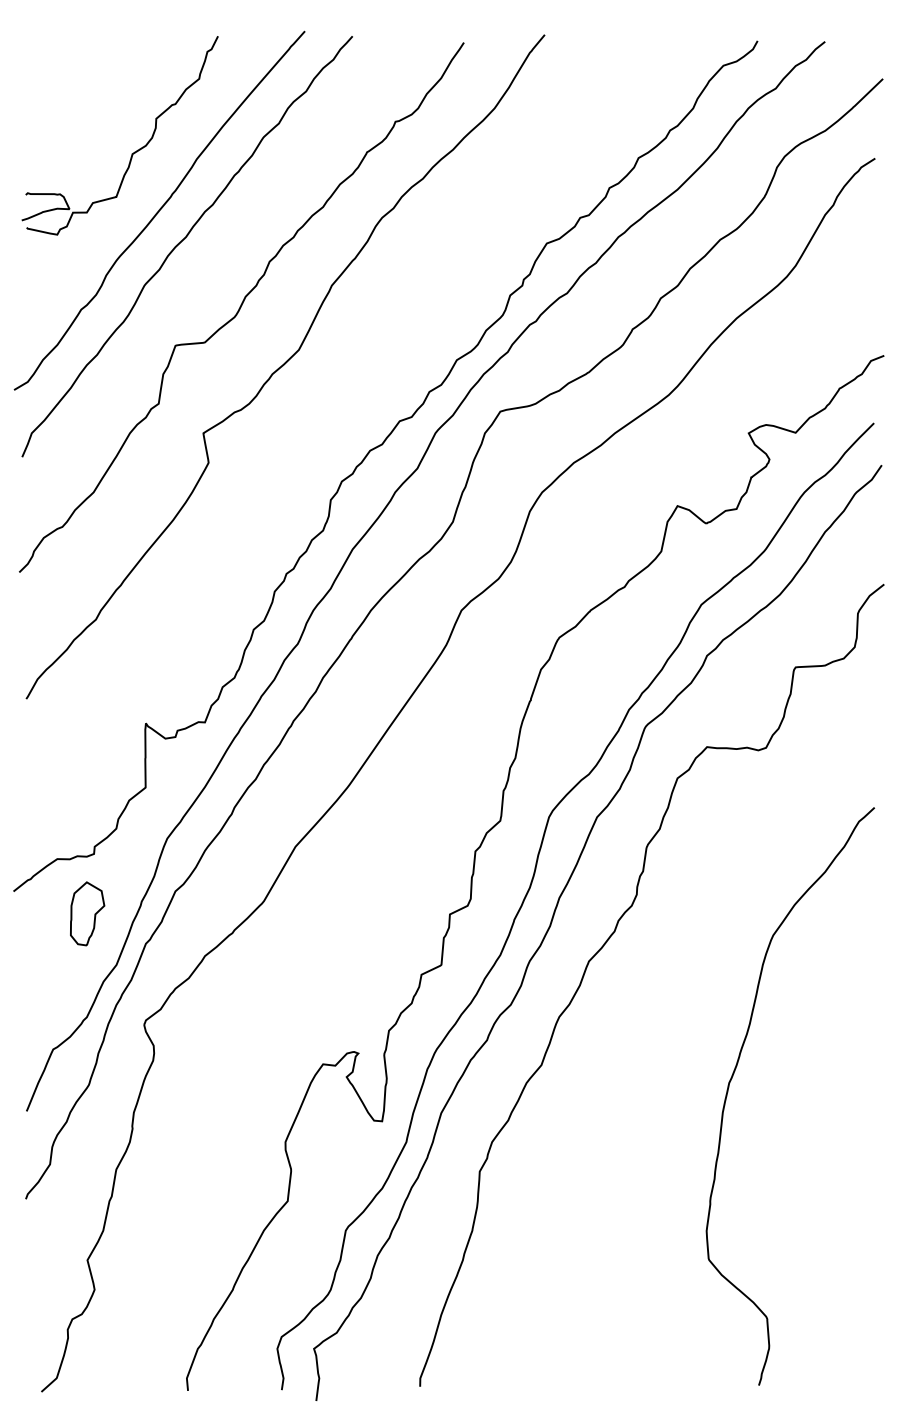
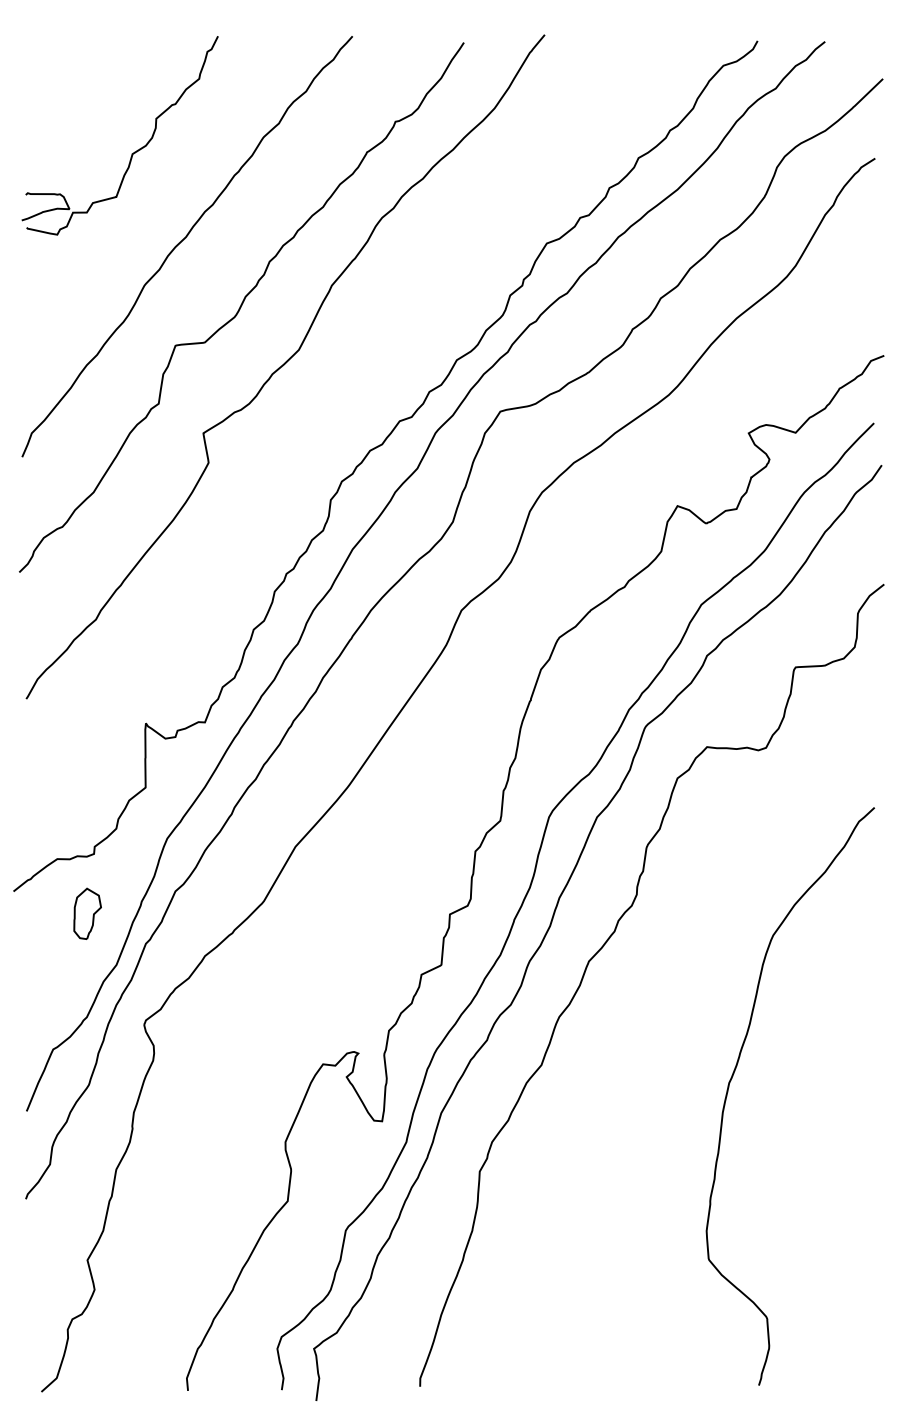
curve at (159, 210): present -> none
part at (87, 913) size: 36x66 px -> 29x53 px
